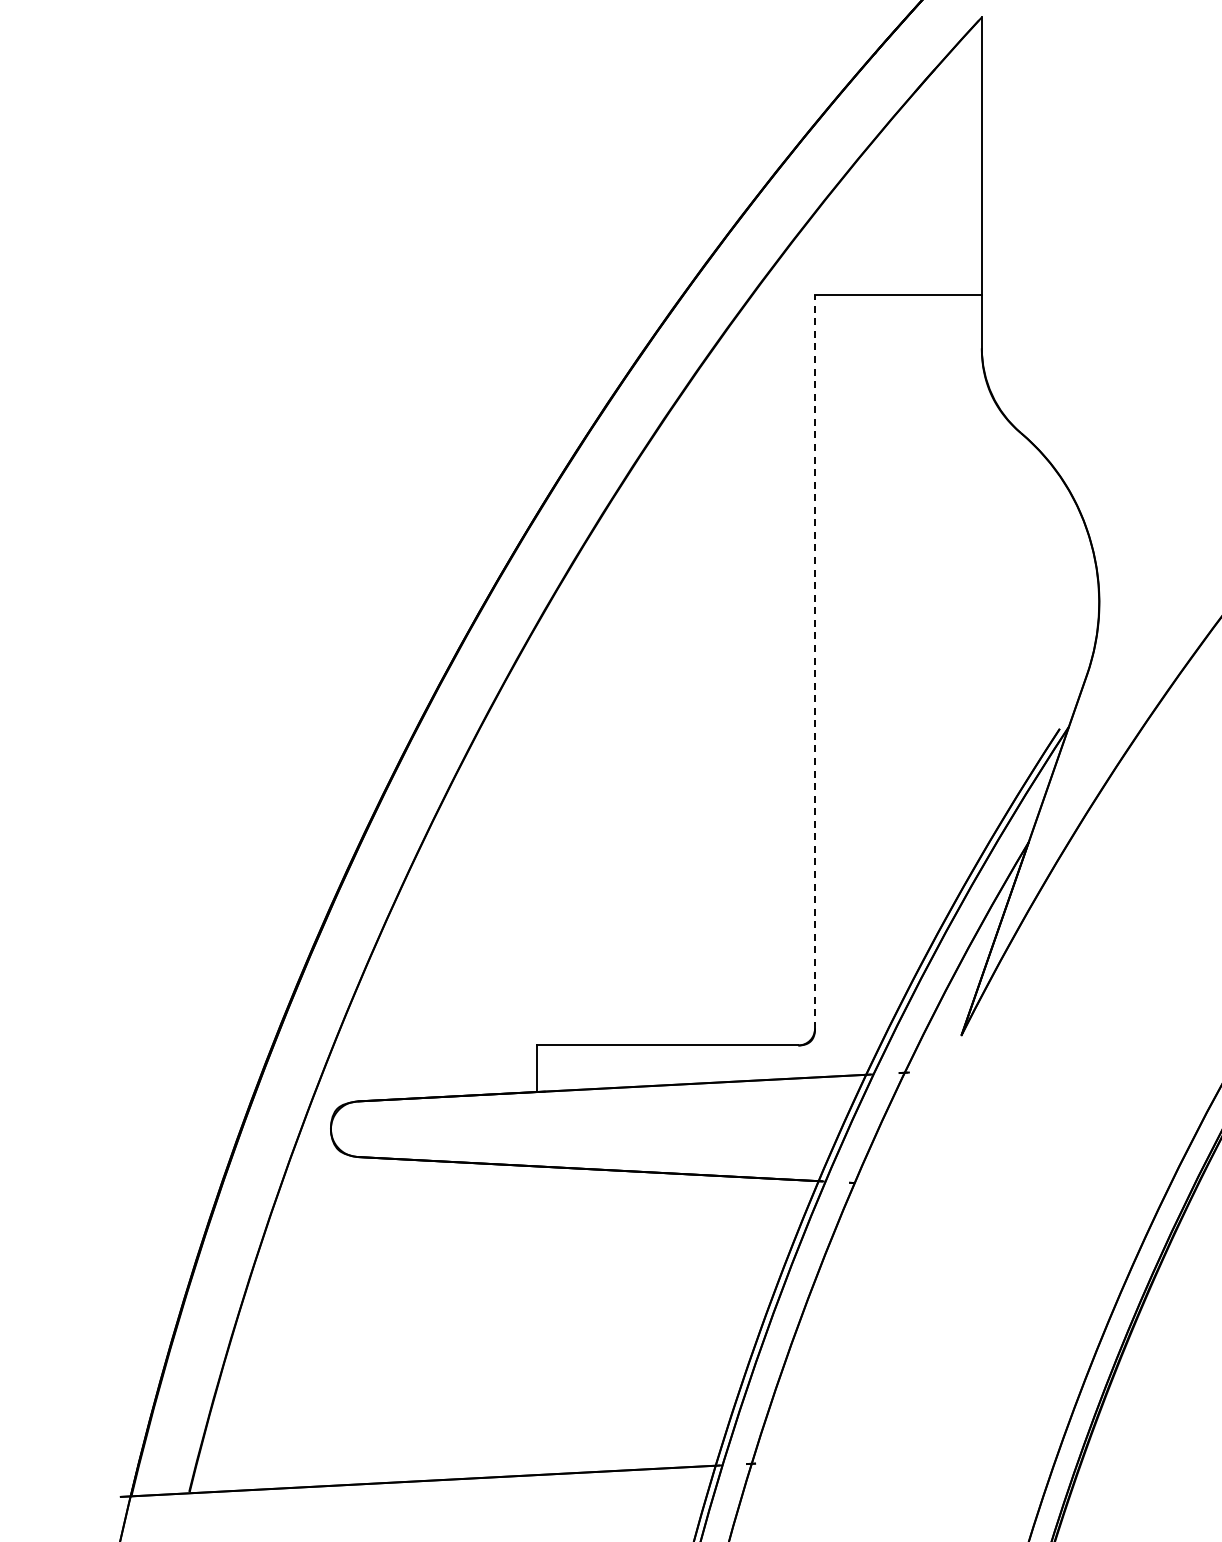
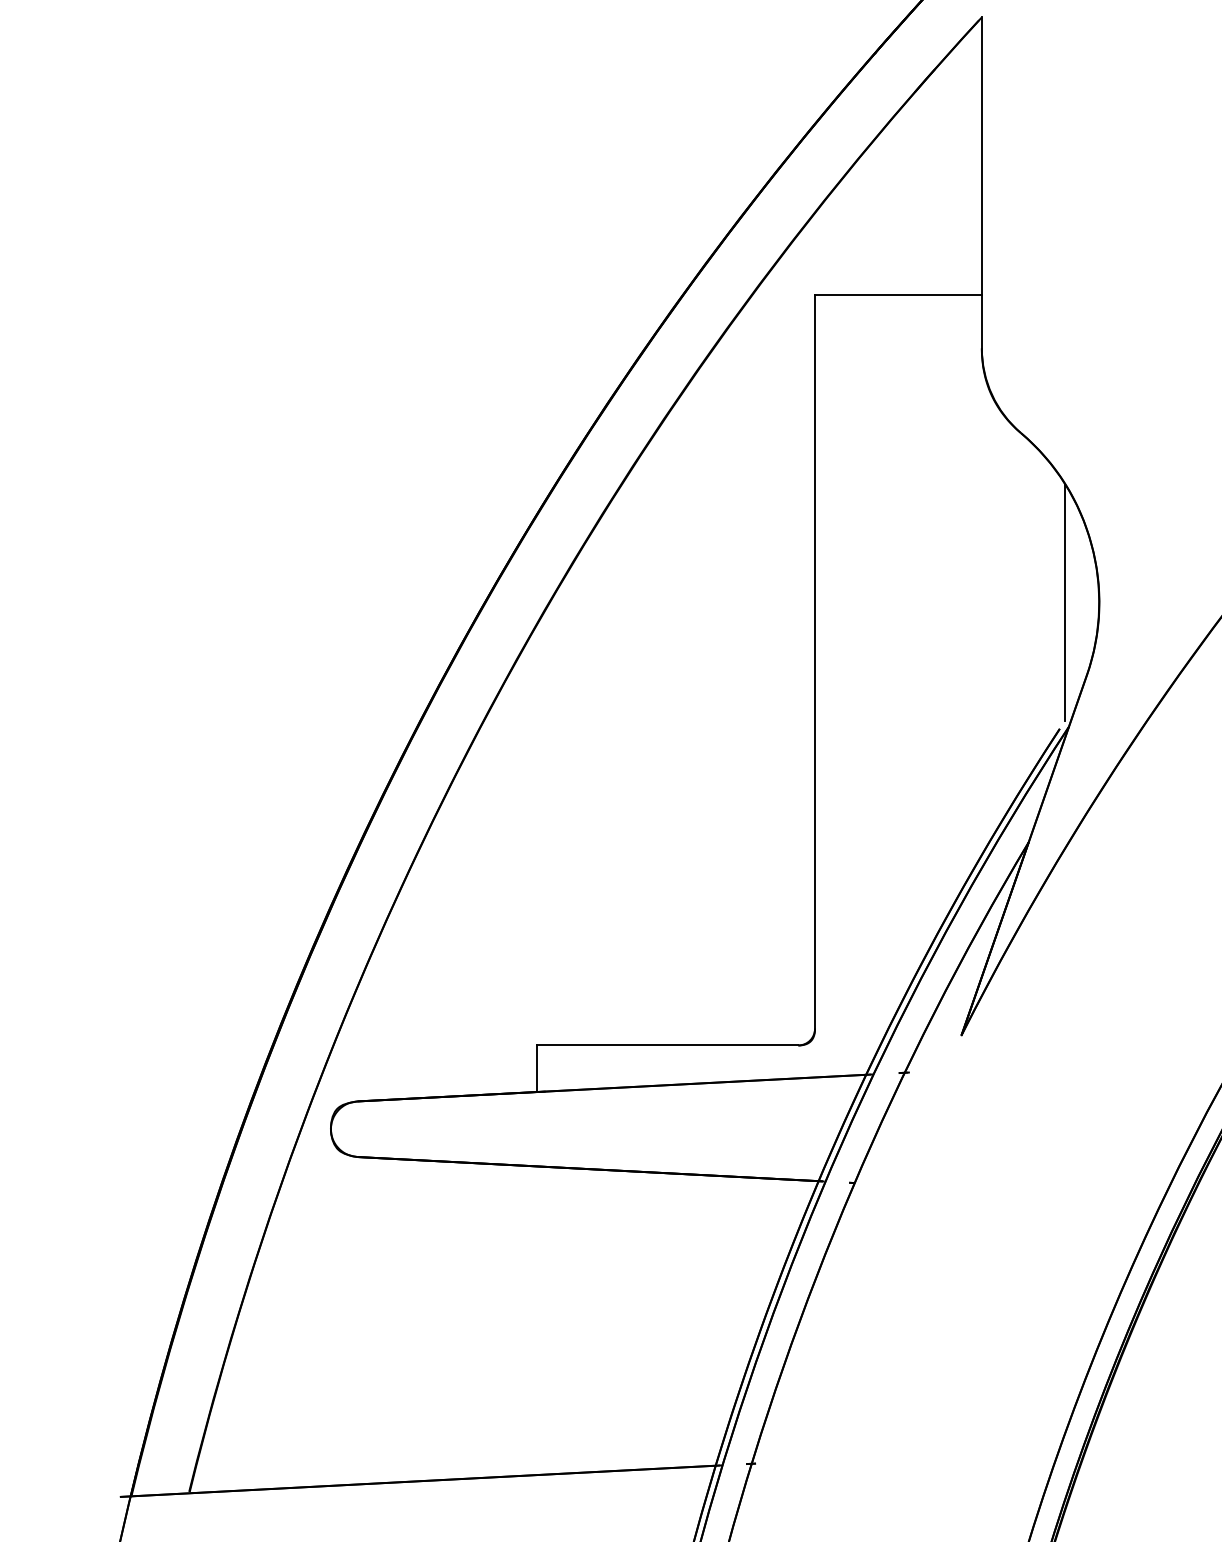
line at (1065, 602): none -> present
line at (815, 661): dashed -> solid
